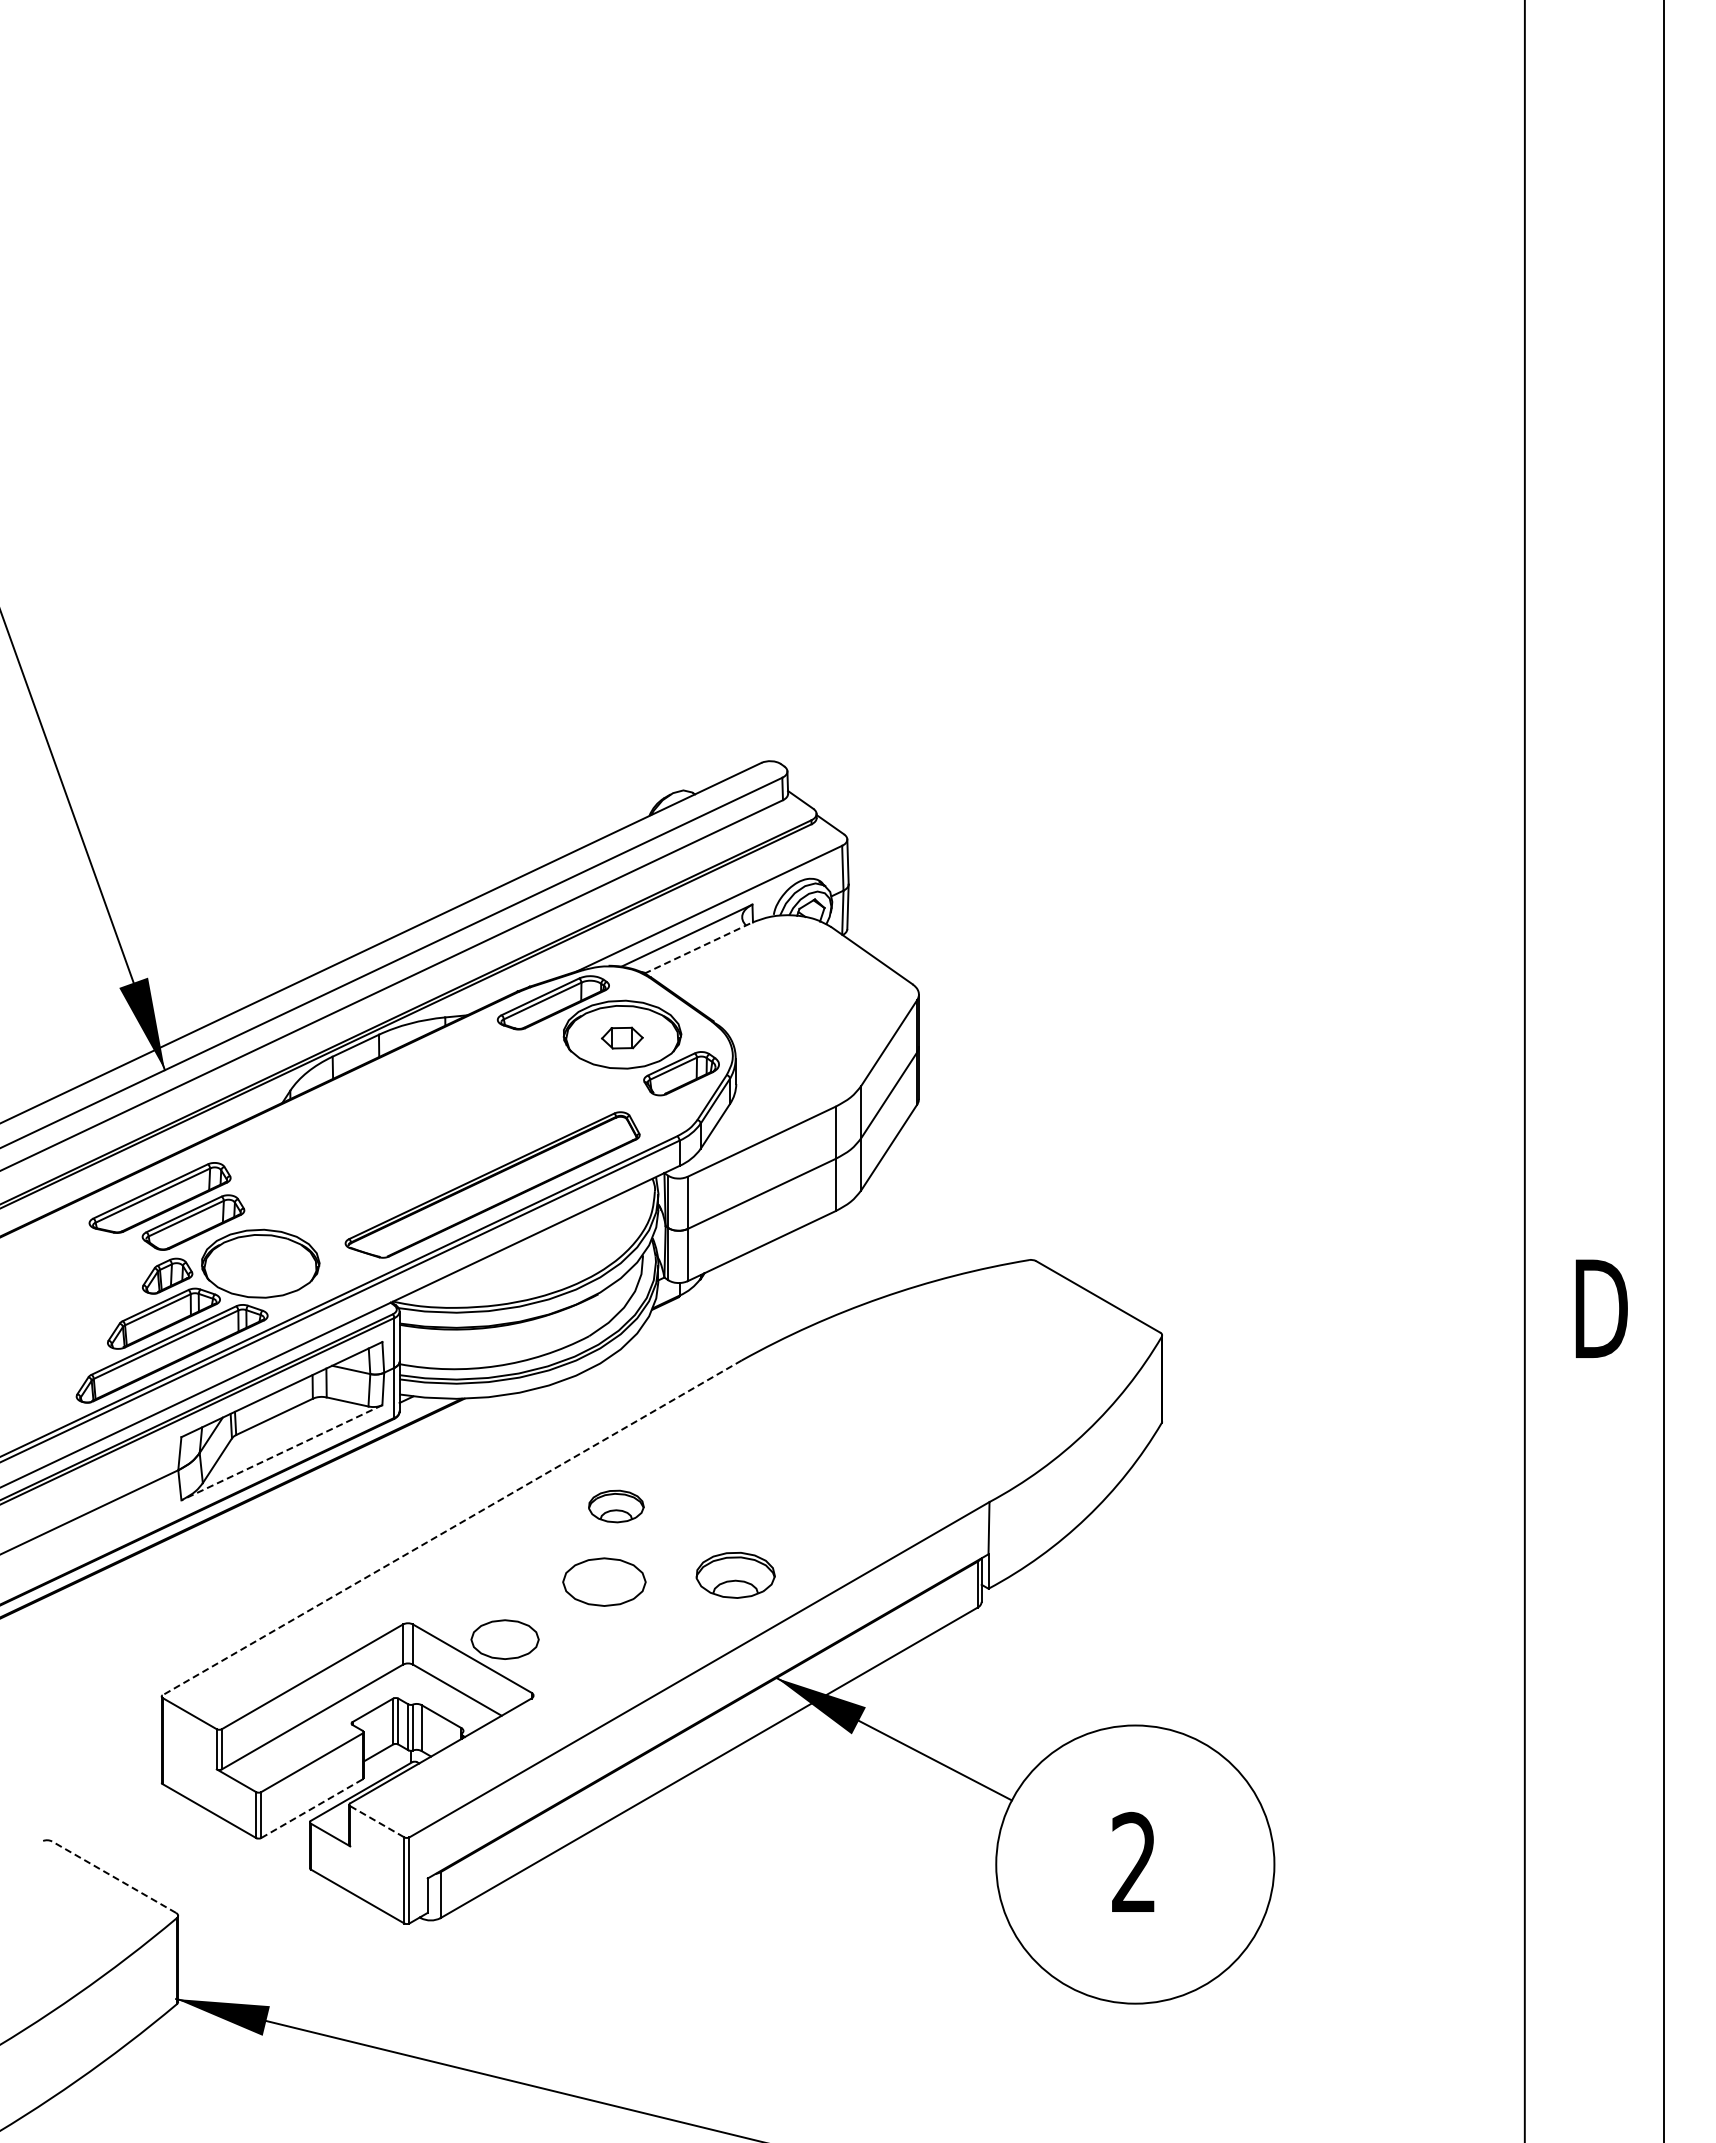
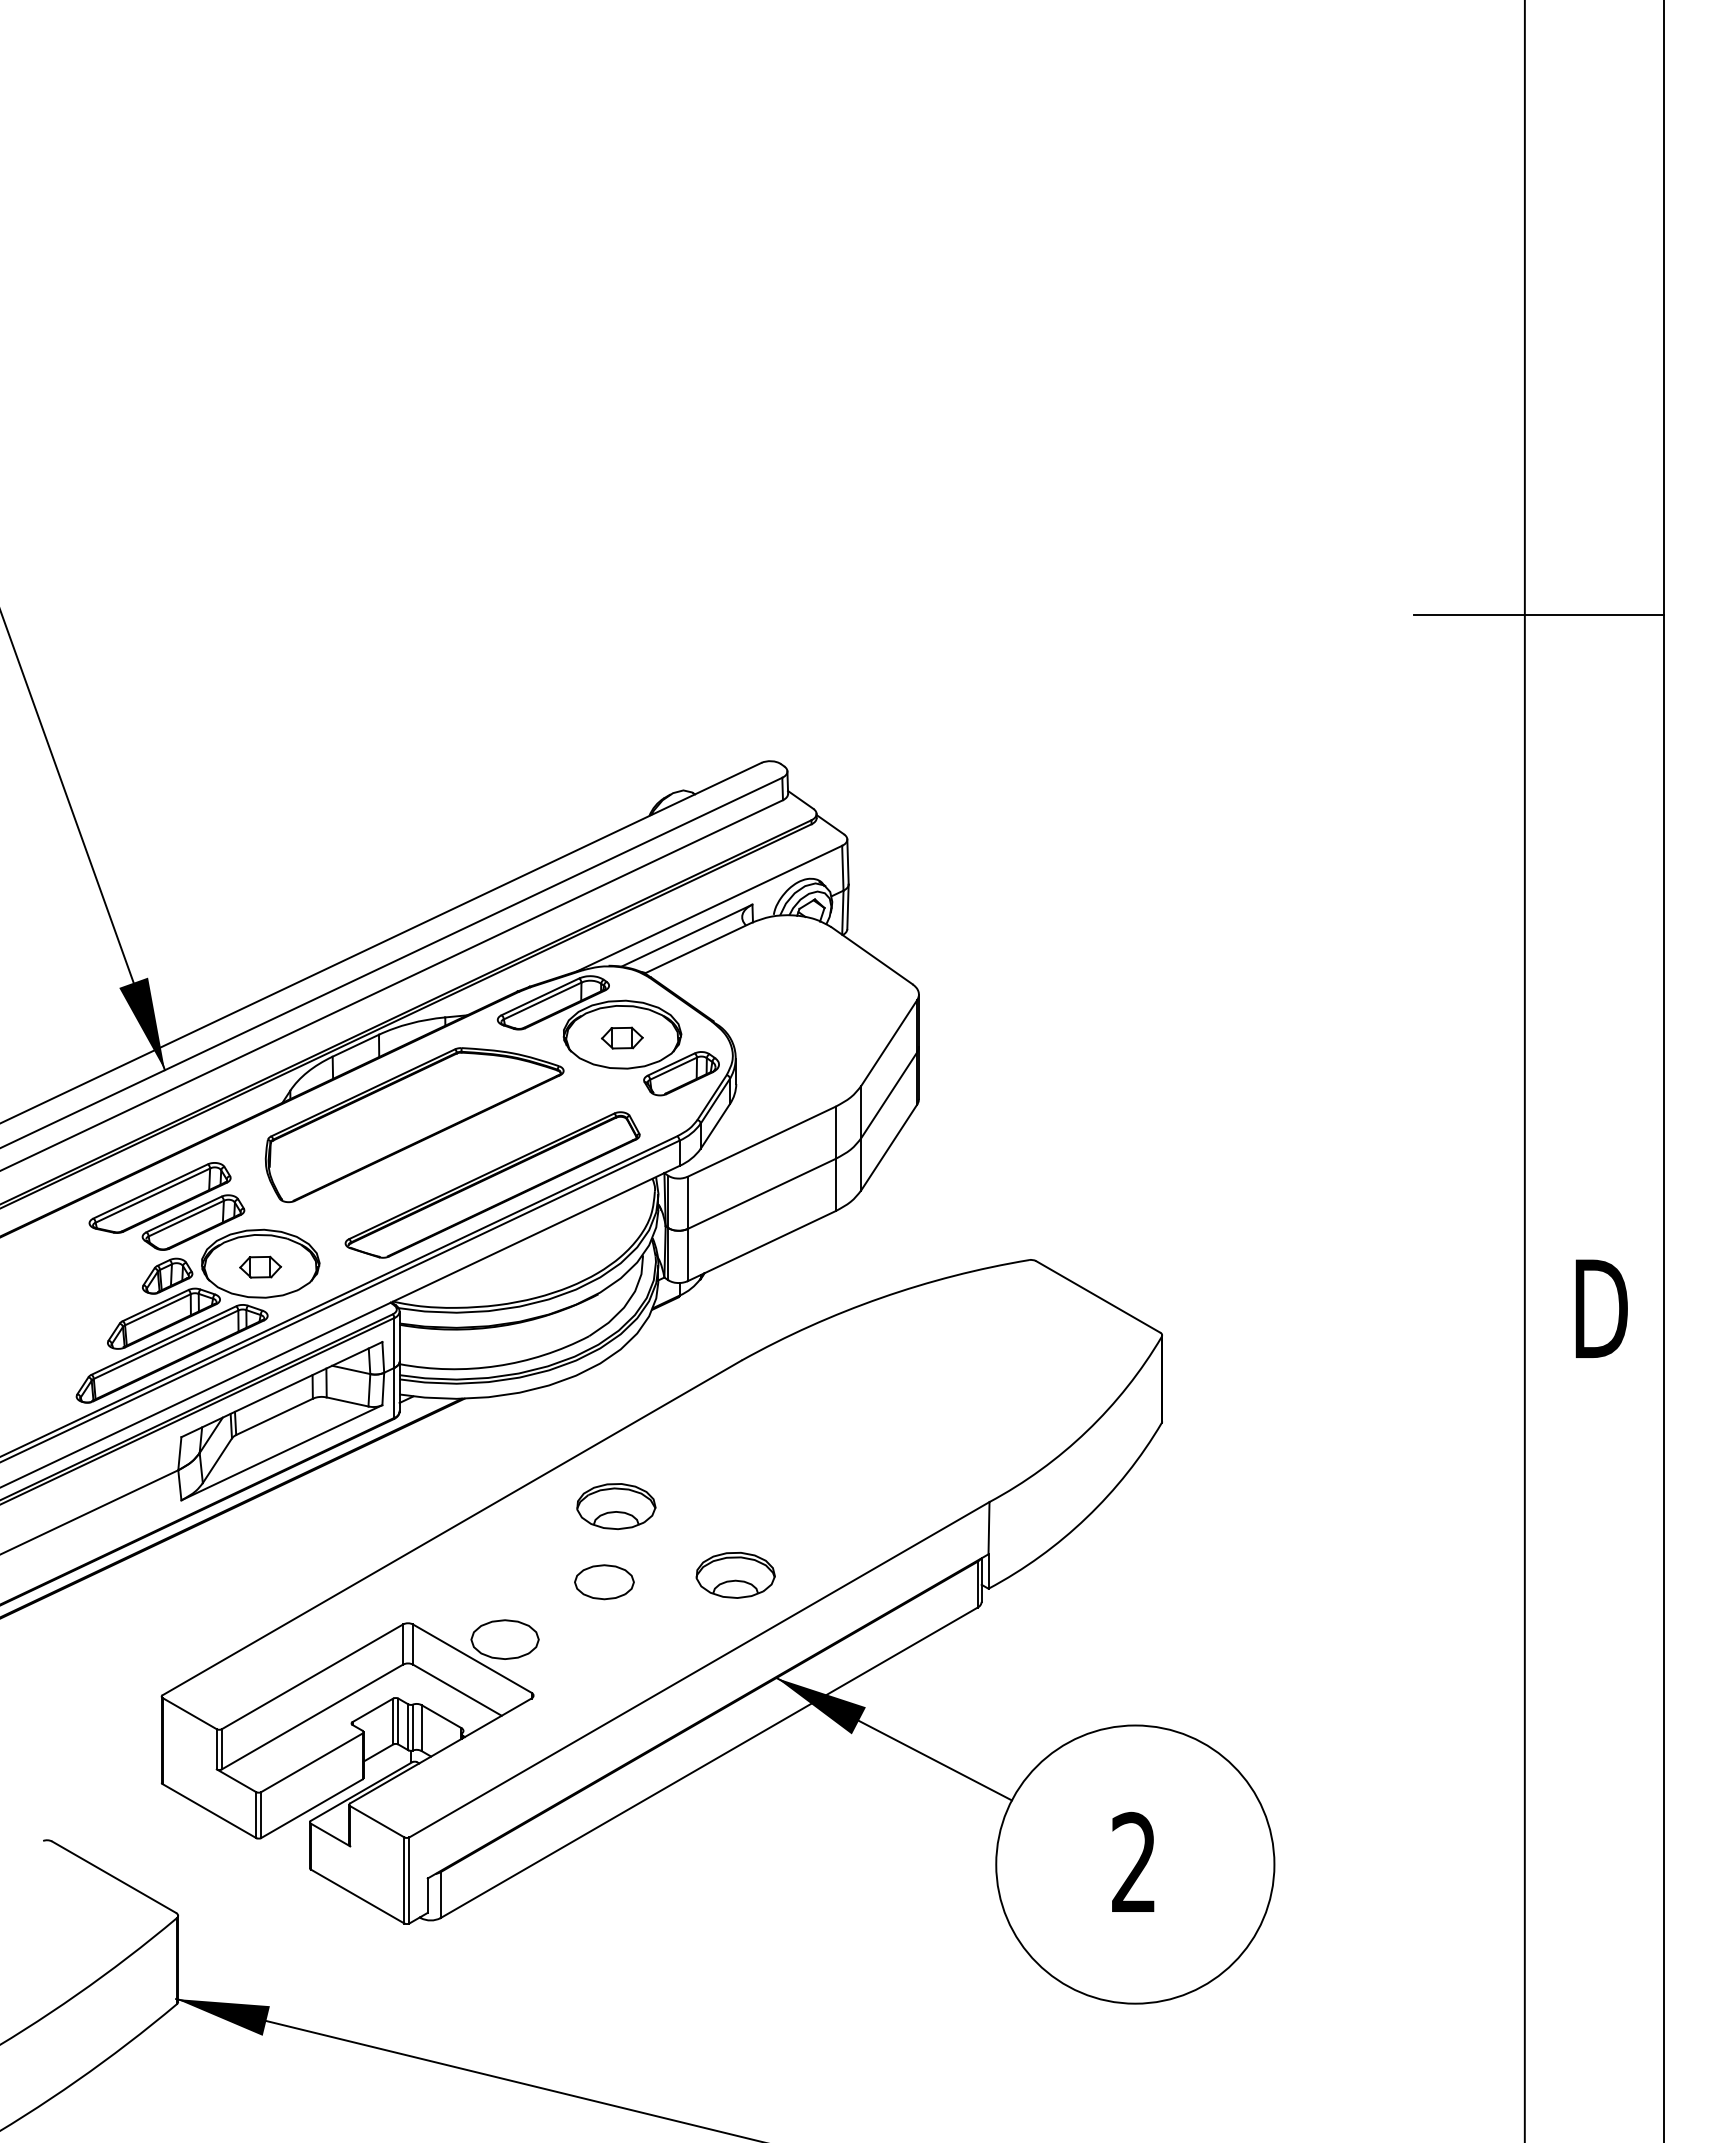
line at (1538, 614): none -> present
line at (698, 948): dashed -> solid
part at (414, 1125): none -> present
part at (260, 1266): none -> present
line at (281, 1452): dashed -> solid
part at (616, 1506) size: 57x35 px -> 81x47 px
line at (451, 1528): dashed -> solid
part at (604, 1581) size: 85x50 px -> 61x37 px
line at (311, 1808): dashed -> solid
line at (377, 1822): dashed -> solid
line at (114, 1877): dashed -> solid
